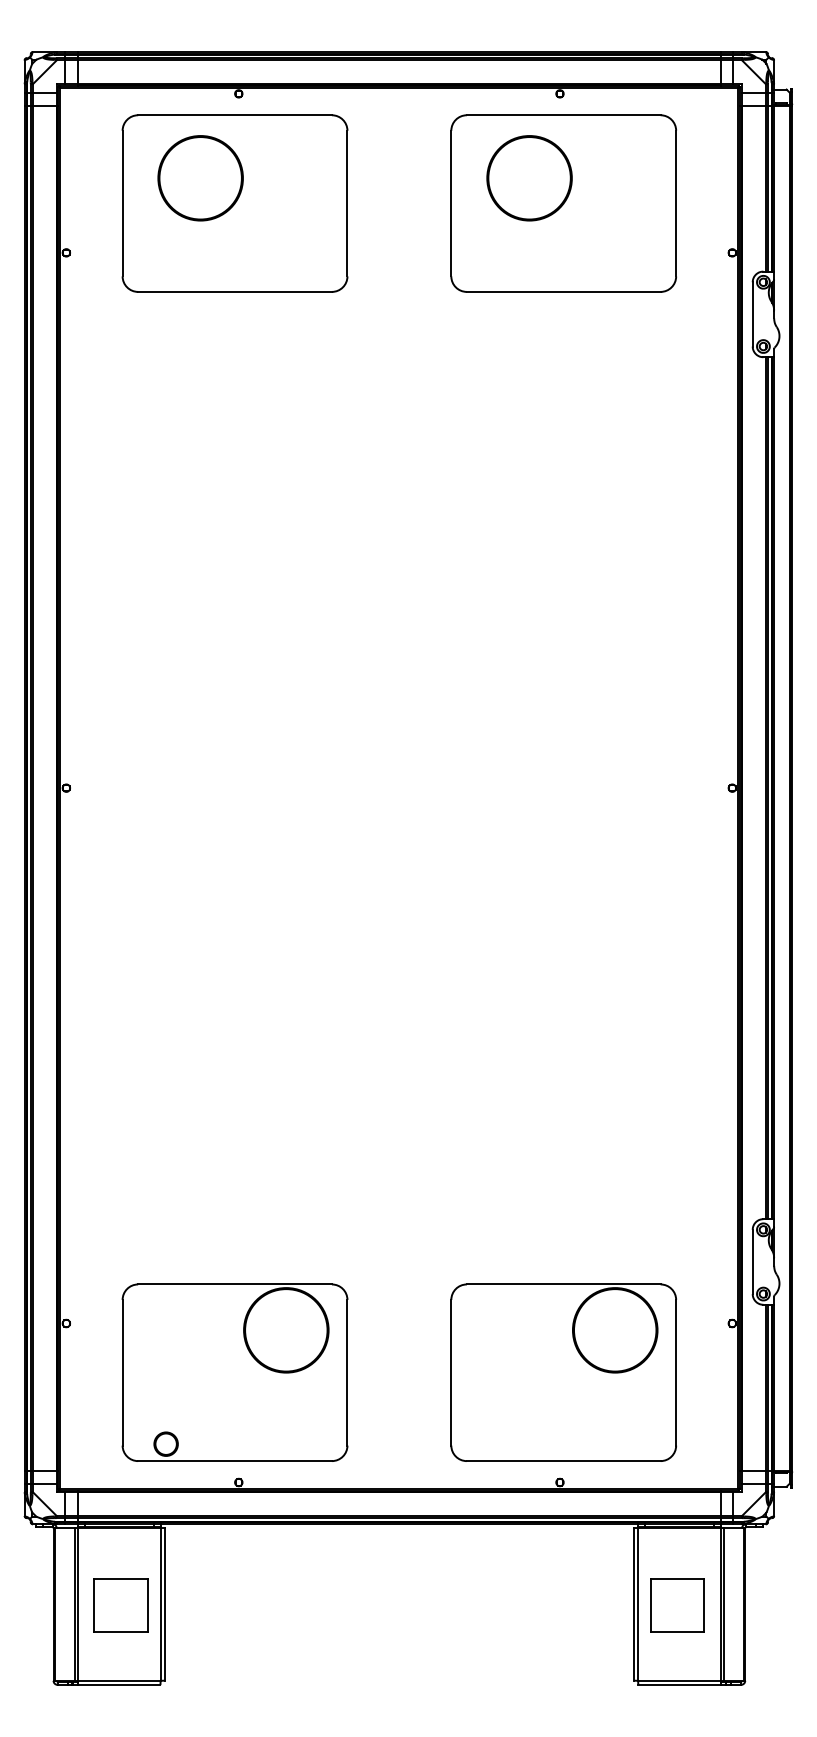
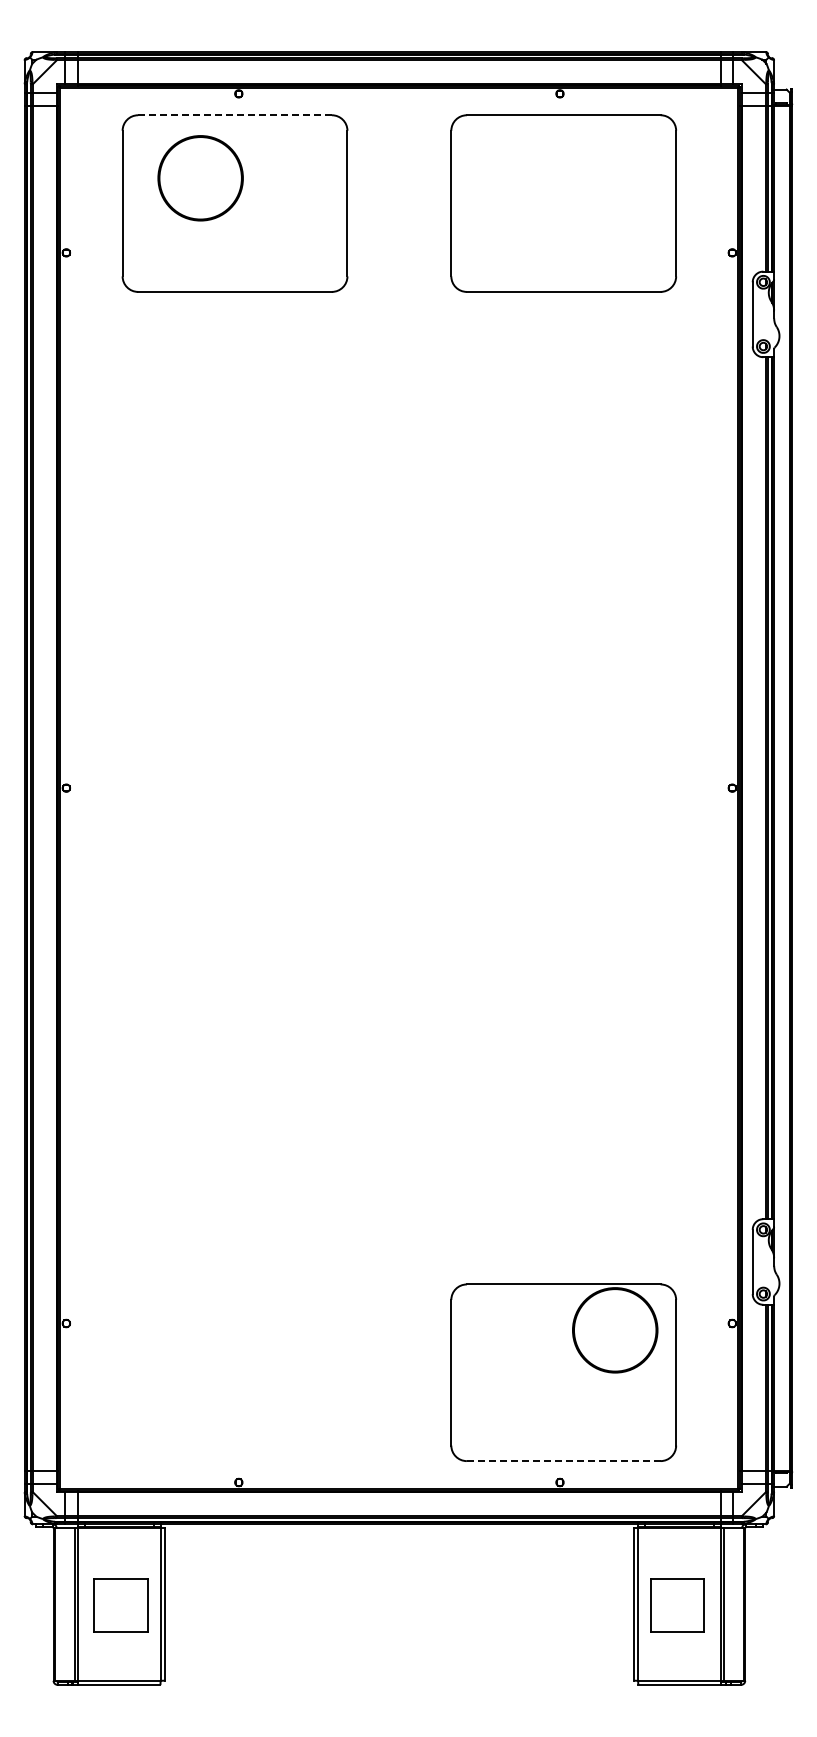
line at (235, 115): solid -> dashed
circle at (529, 178): present -> none
part at (234, 1372): present -> none
line at (563, 1461): solid -> dashed
